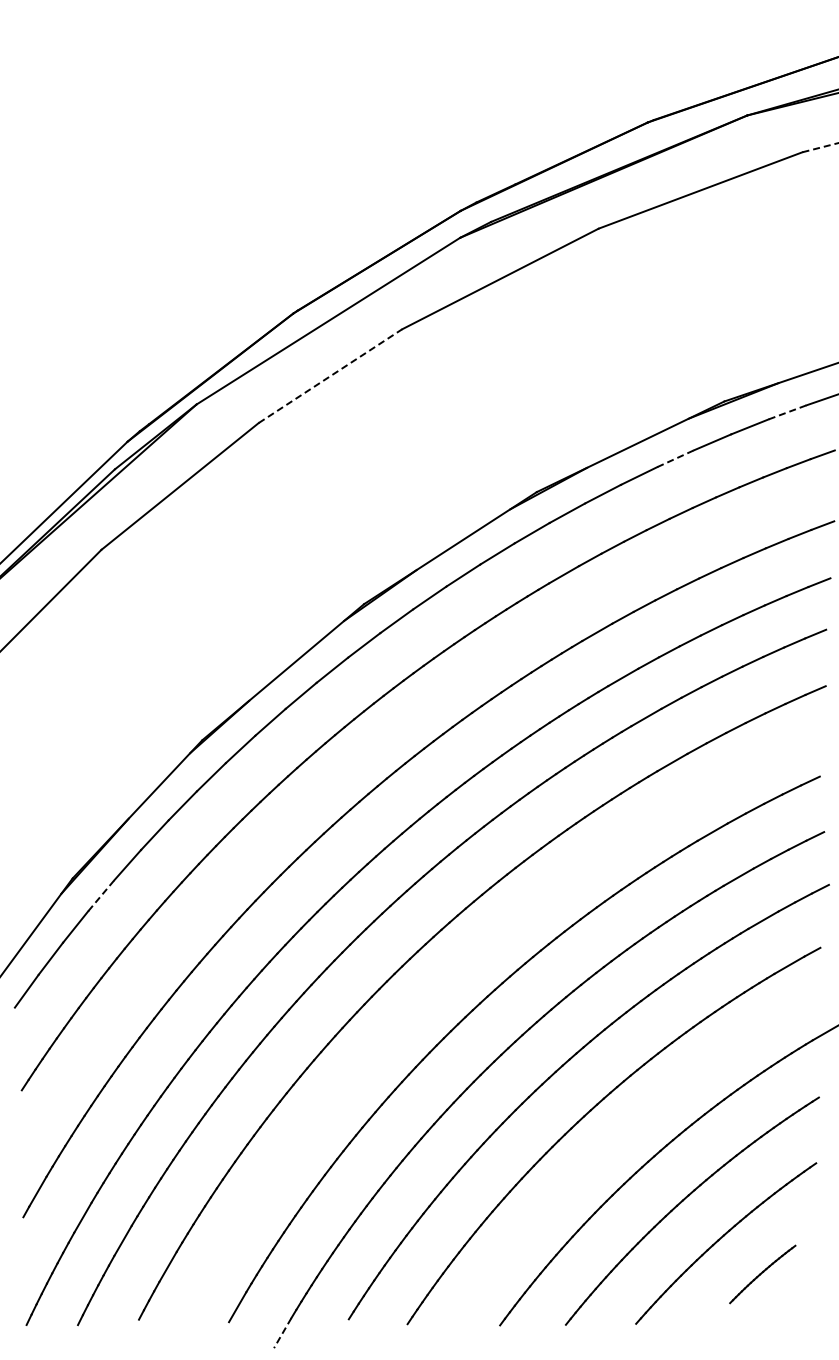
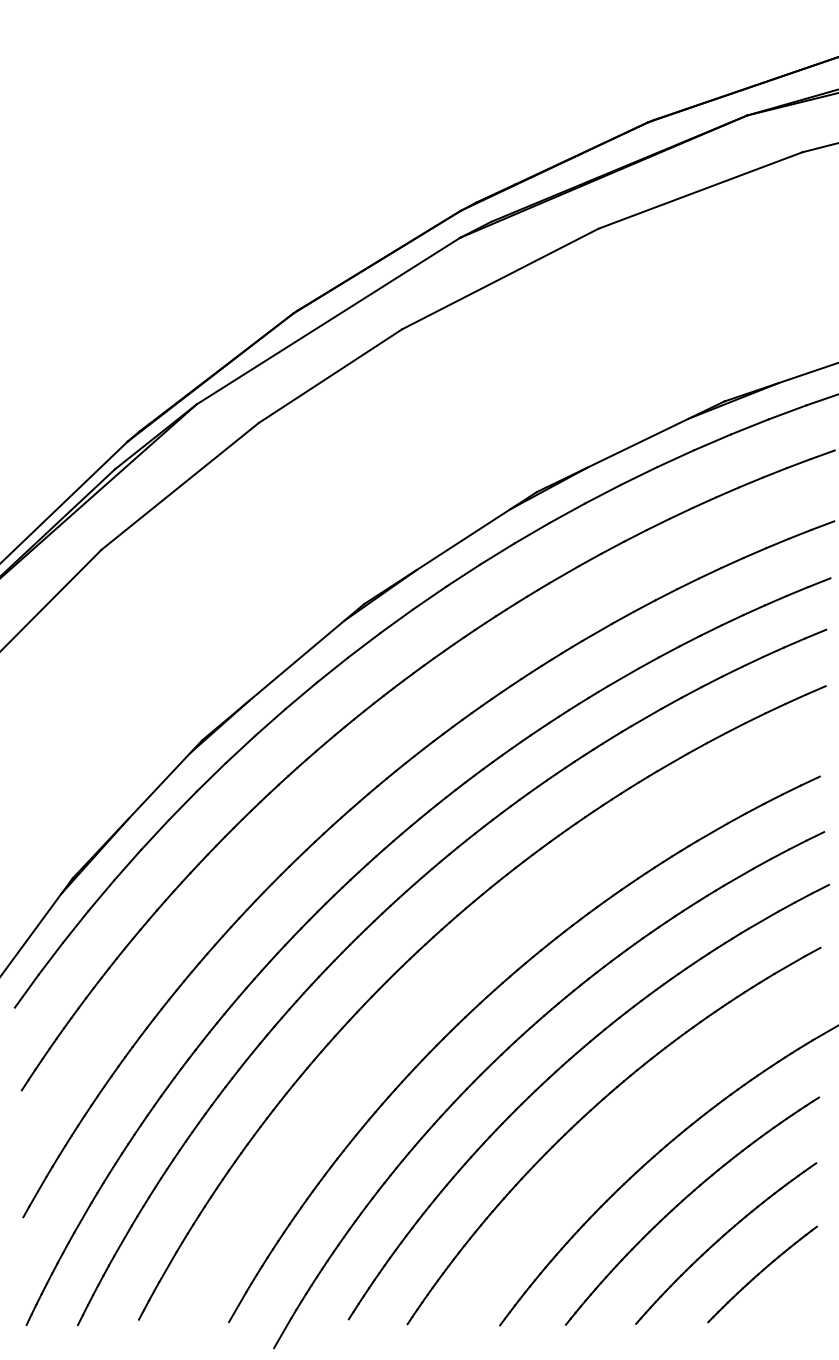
line at (820, 147): dashed -> solid
line at (330, 376): dashed -> solid
line at (788, 412): dashed -> solid
line at (676, 458): dashed -> solid
line at (101, 895): dashed -> solid
part at (762, 1274) size: 68x61 px -> 112x99 px
line at (282, 1333): dashed -> solid
